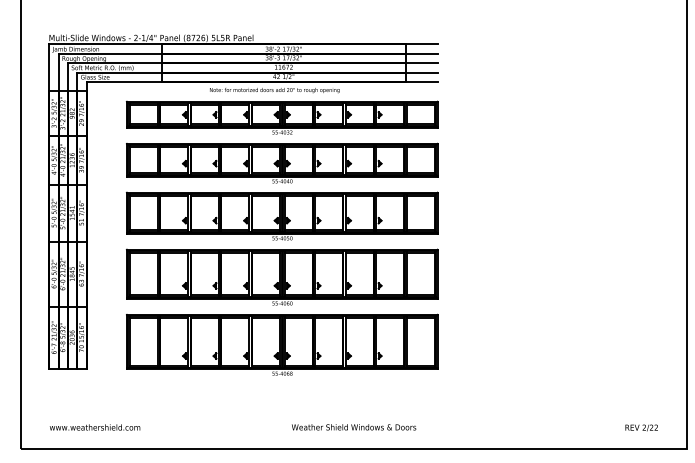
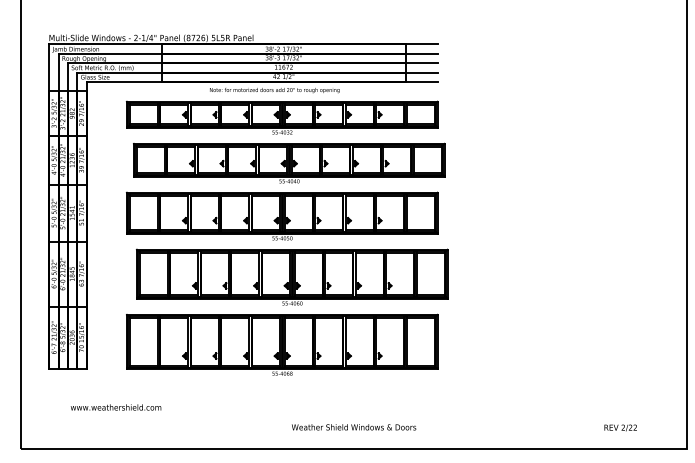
part at (282, 162) position: (282, 162) -> (289, 162)
part at (282, 276) position: (282, 276) -> (292, 276)
text at (94, 427) position: (94, 427) -> (115, 407)
text at (641, 427) position: (641, 427) -> (620, 427)
